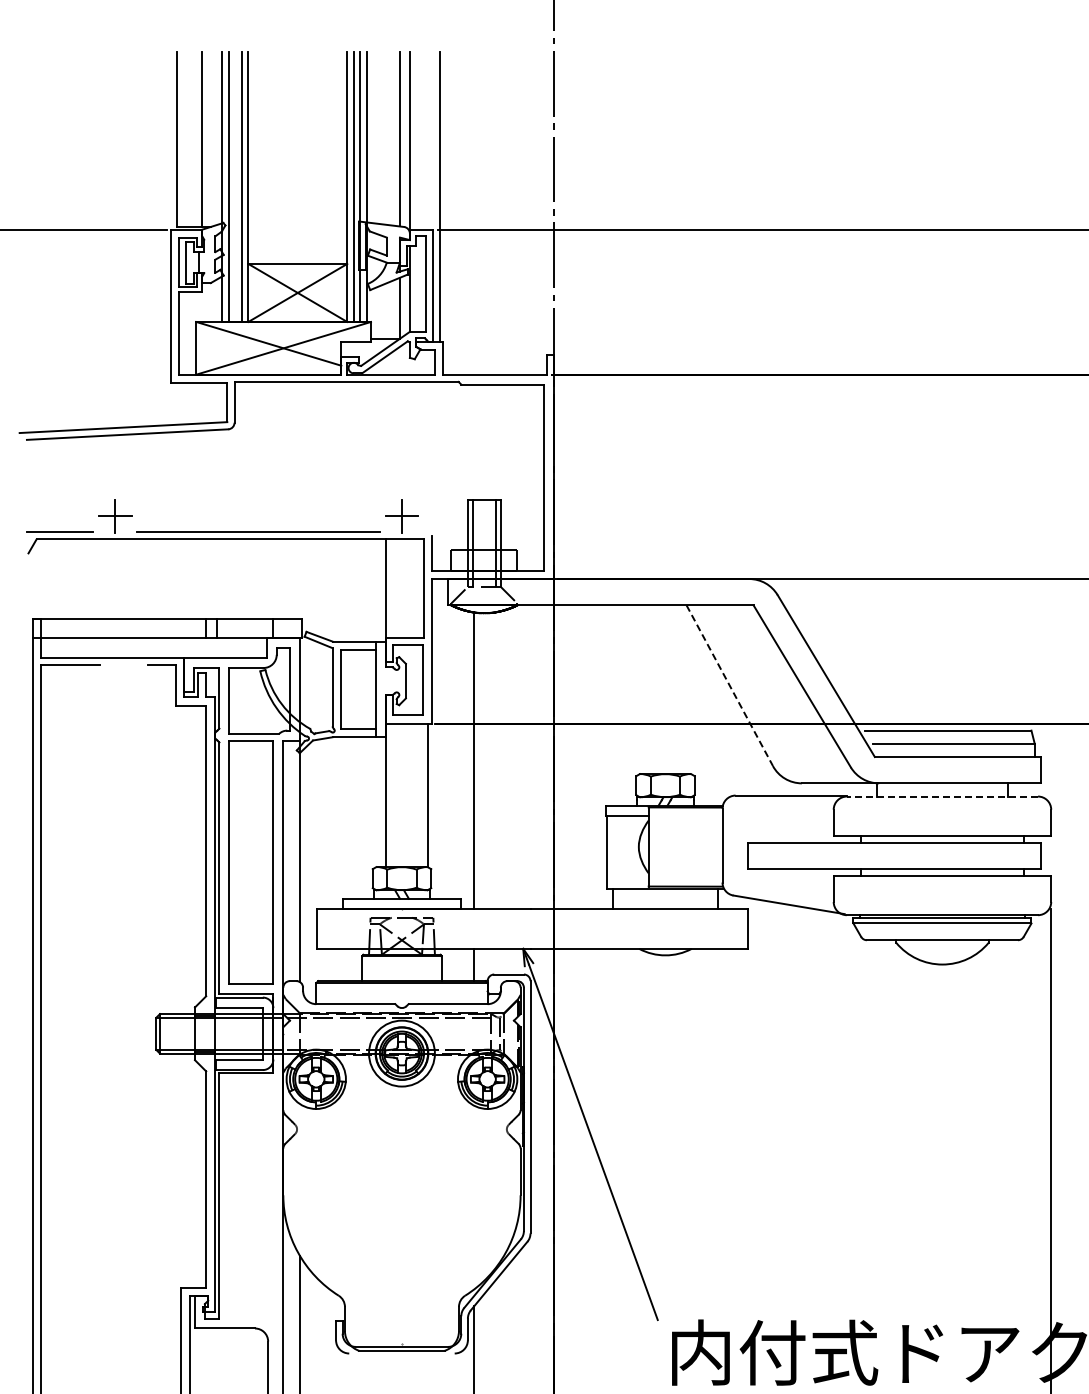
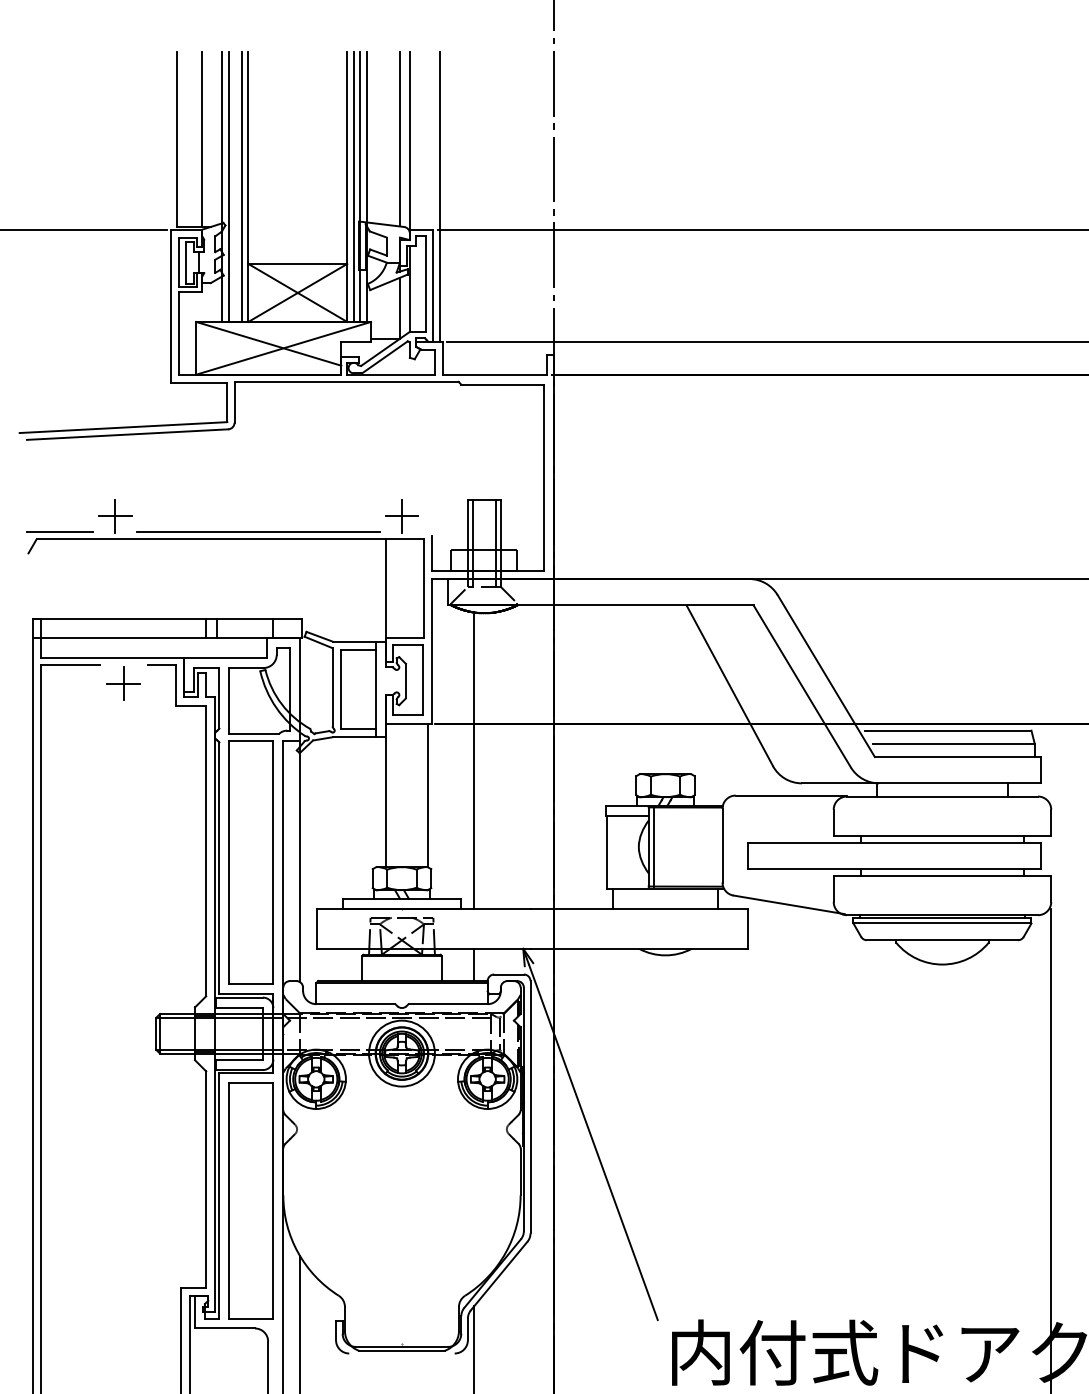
line at (766, 341): none -> present
part at (123, 683): none -> present
line at (730, 686): dashed -> solid
line at (942, 796): dashed -> solid
line at (653, 846): none -> present
part at (250, 1200): none -> present
